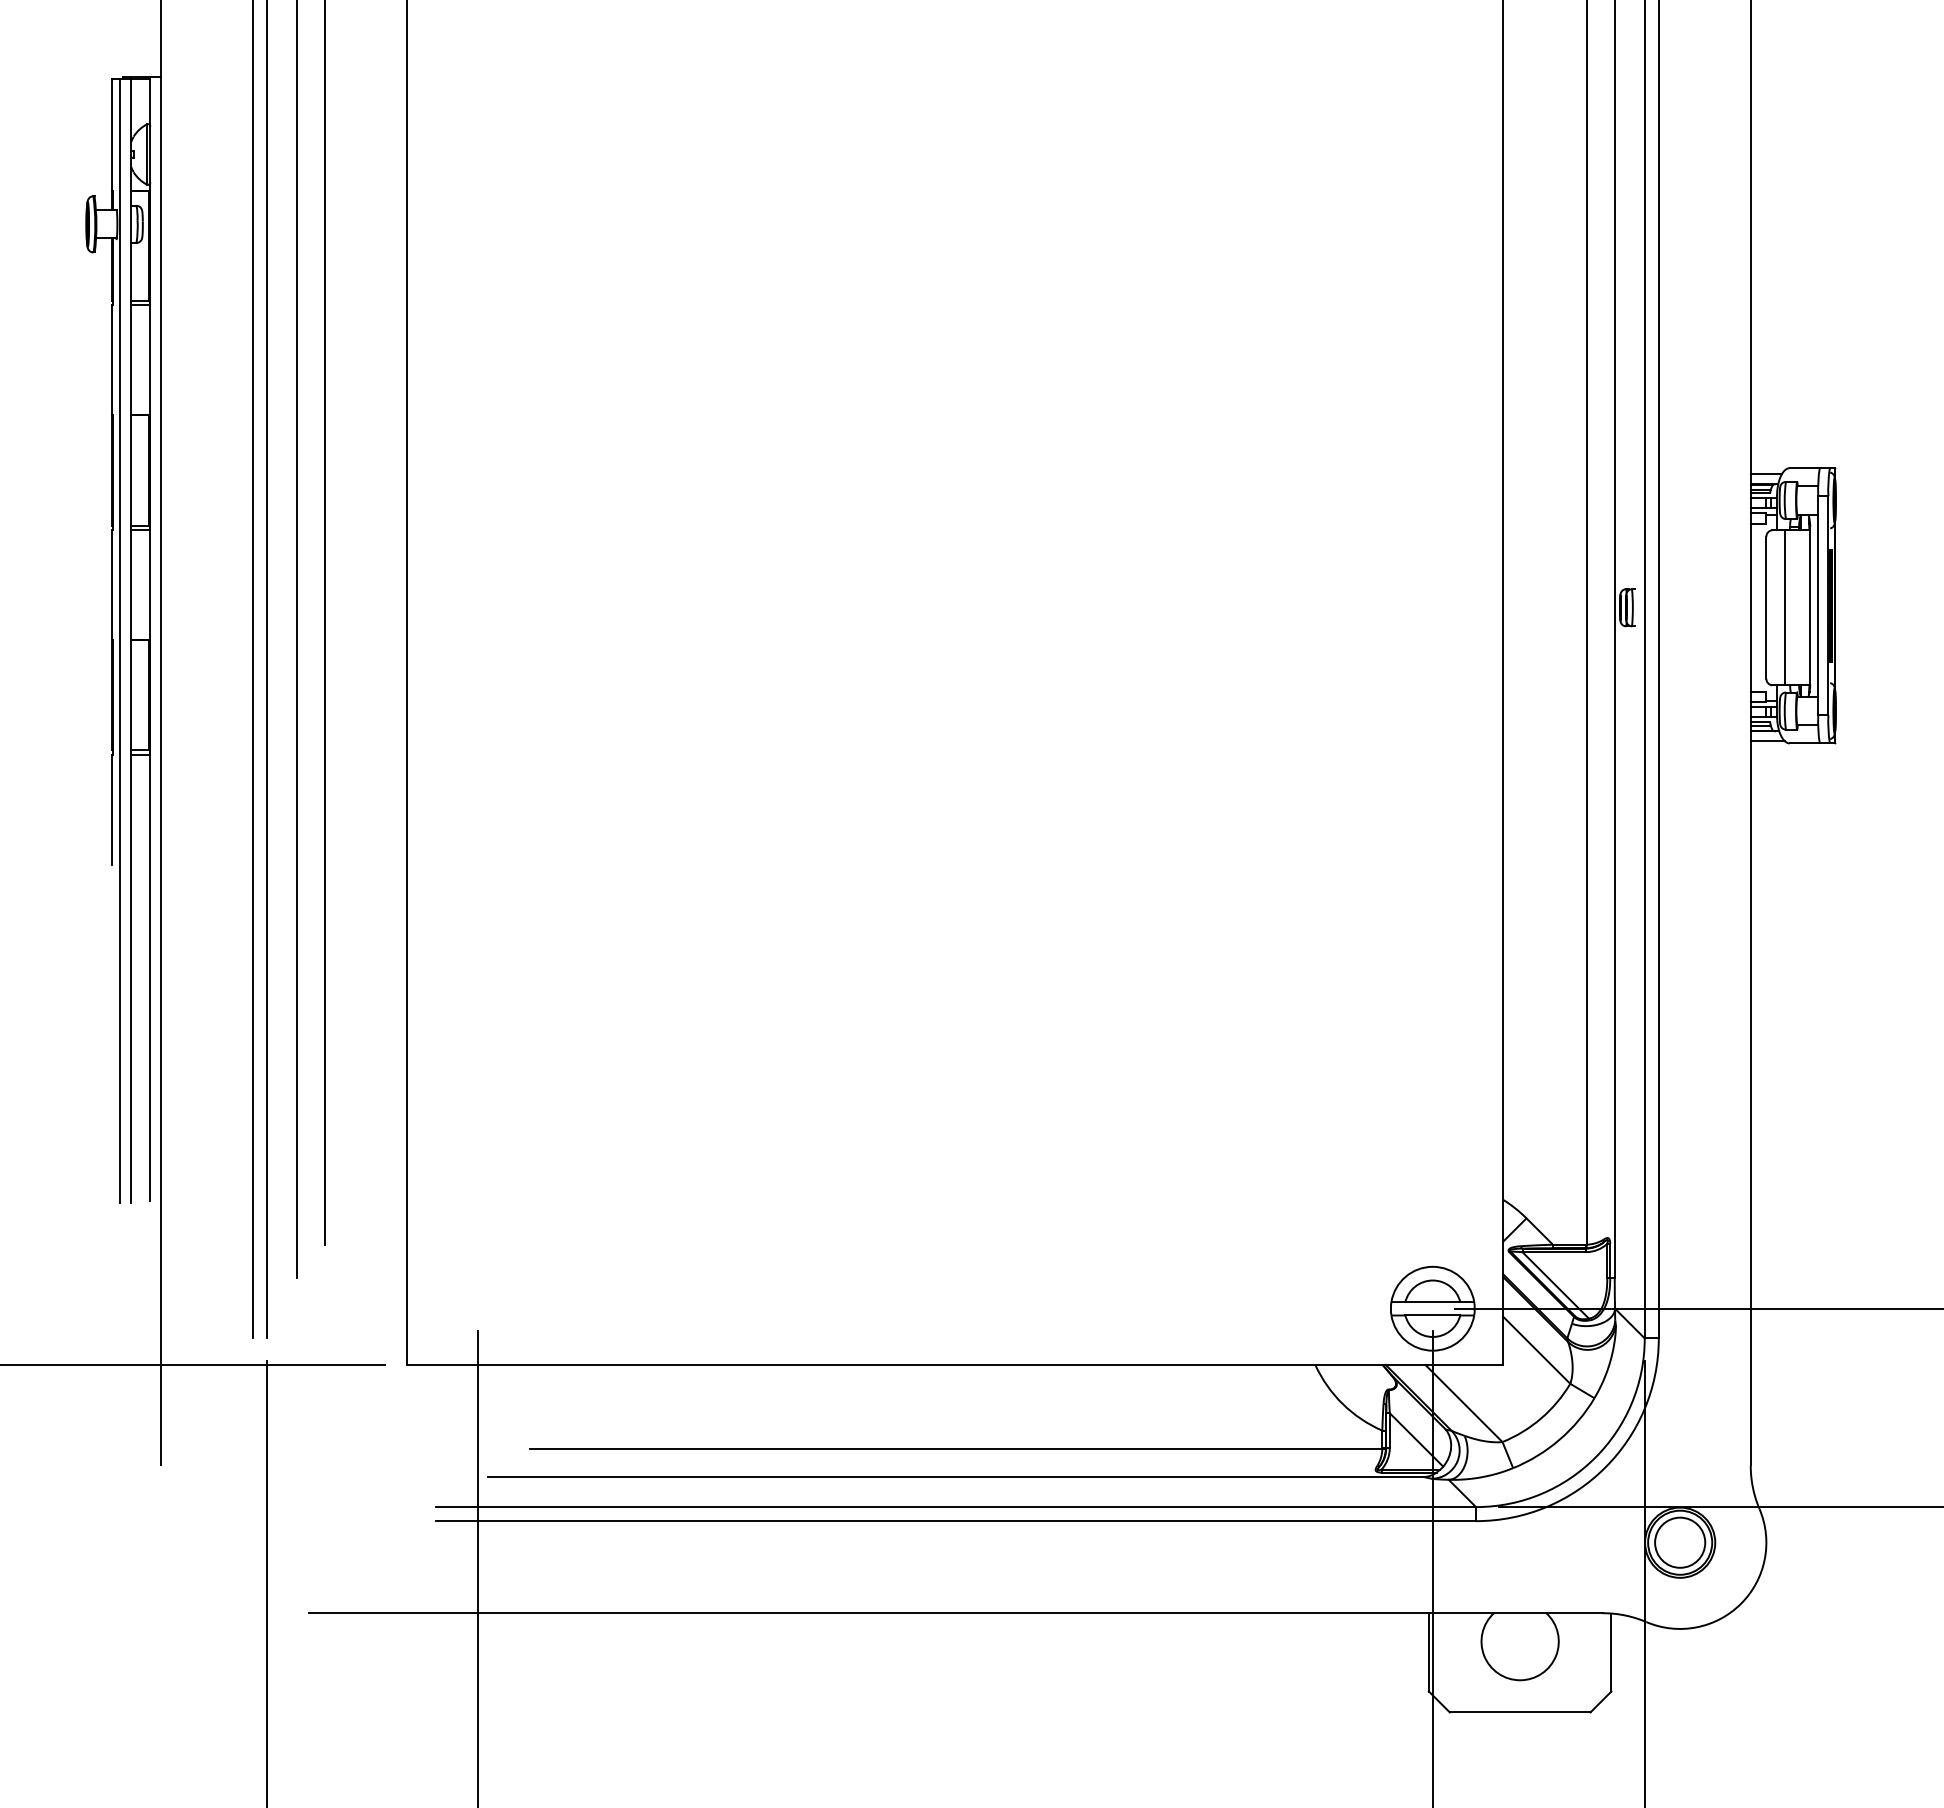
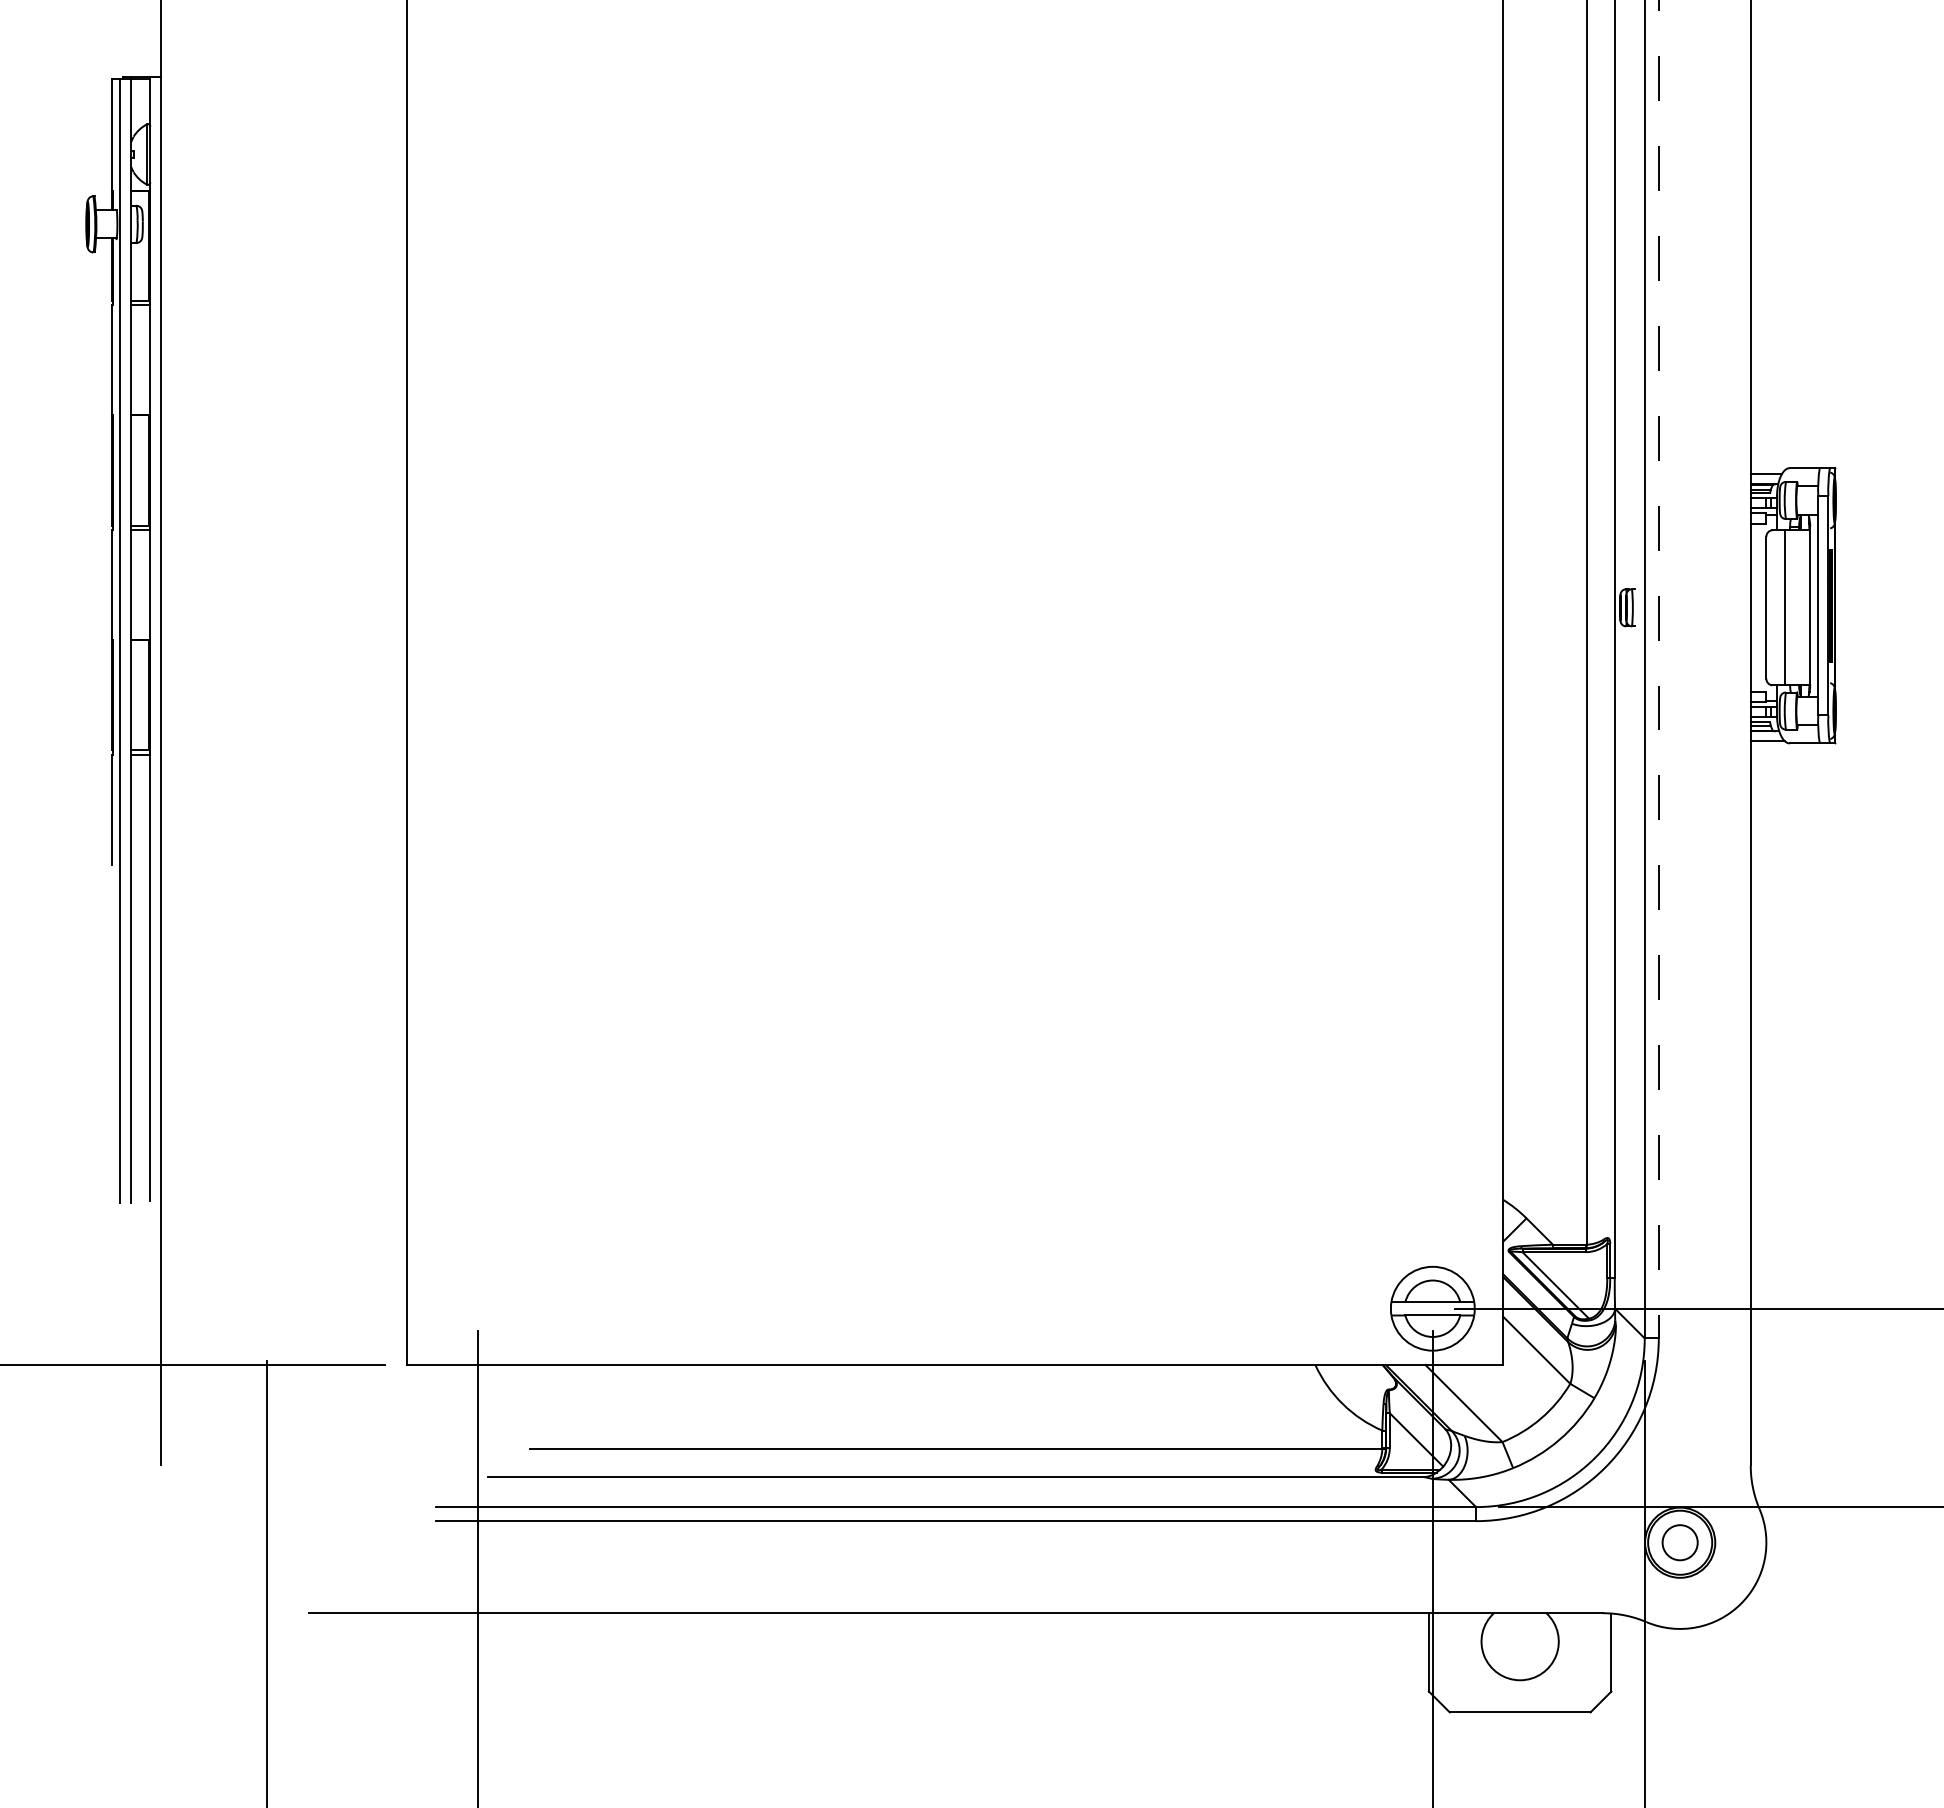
line at (325, 623): present -> none
line at (297, 640): present -> none
line at (1658, 669): solid -> dashed
line at (253, 670): present -> none
line at (267, 670): present -> none
circle at (1680, 1542) diameter: 50 px -> 35 px
